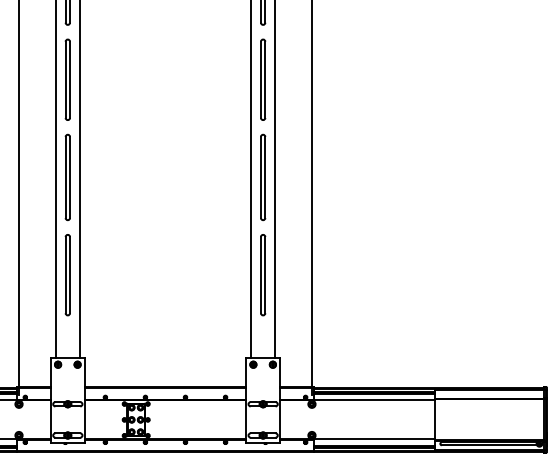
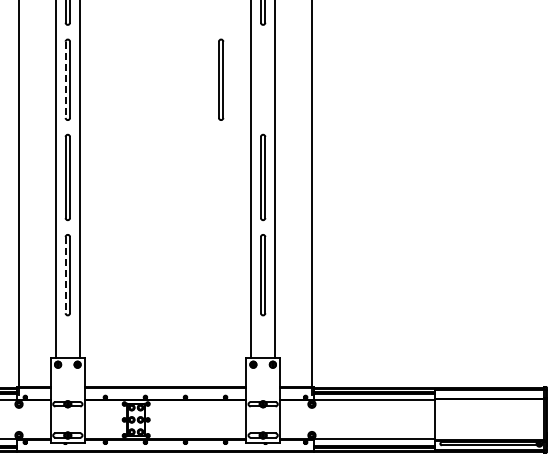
part at (263, 79) position: (263, 79) -> (221, 79)
line at (65, 80): solid -> dashed
line at (65, 275): solid -> dashed
